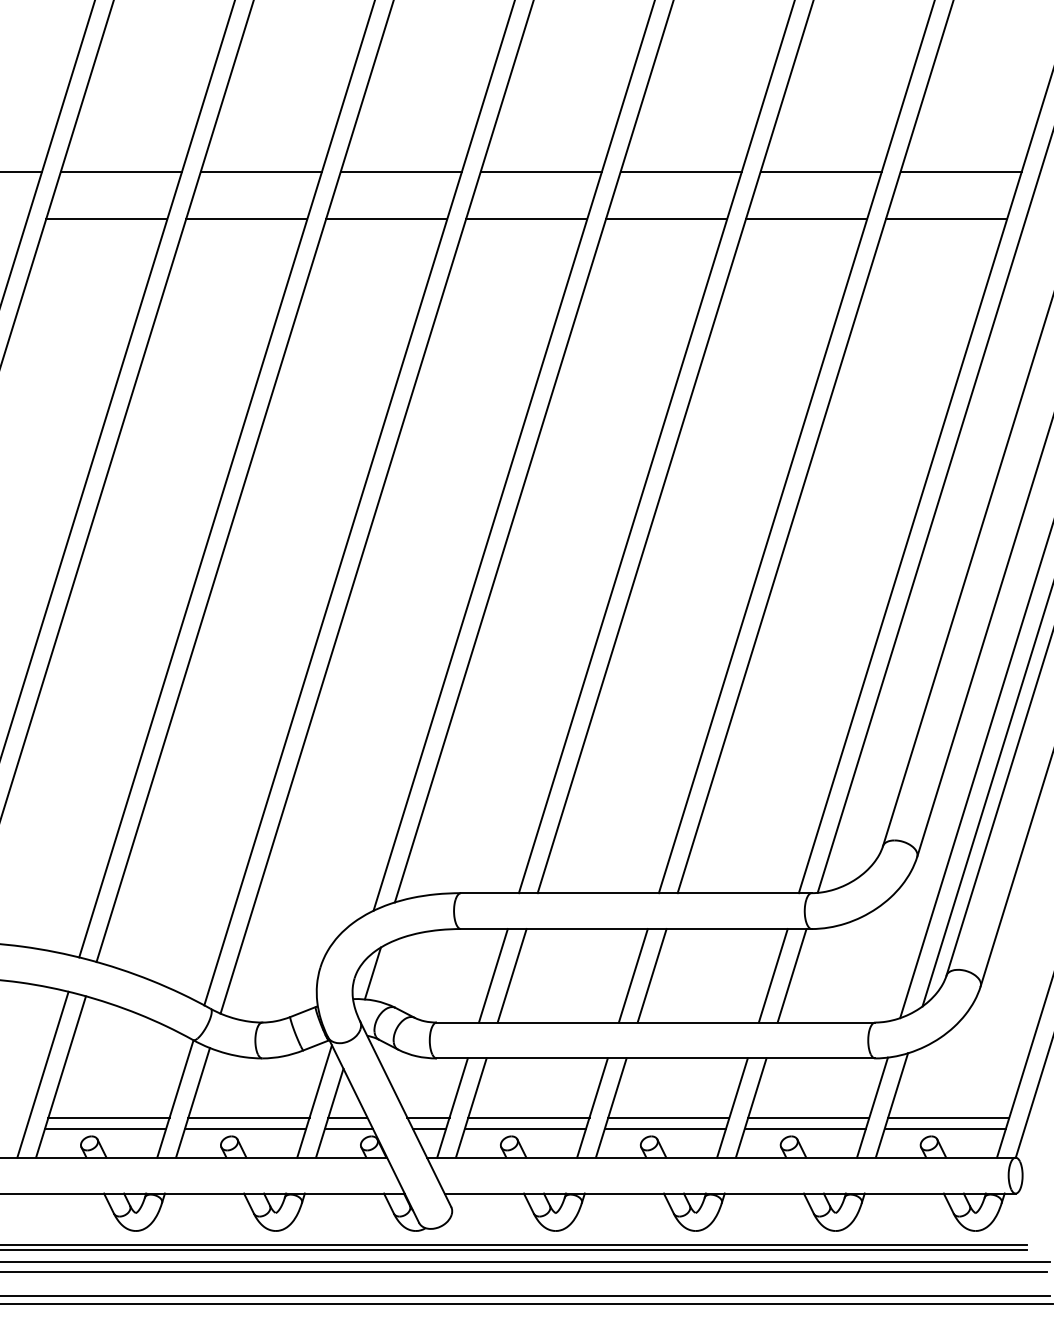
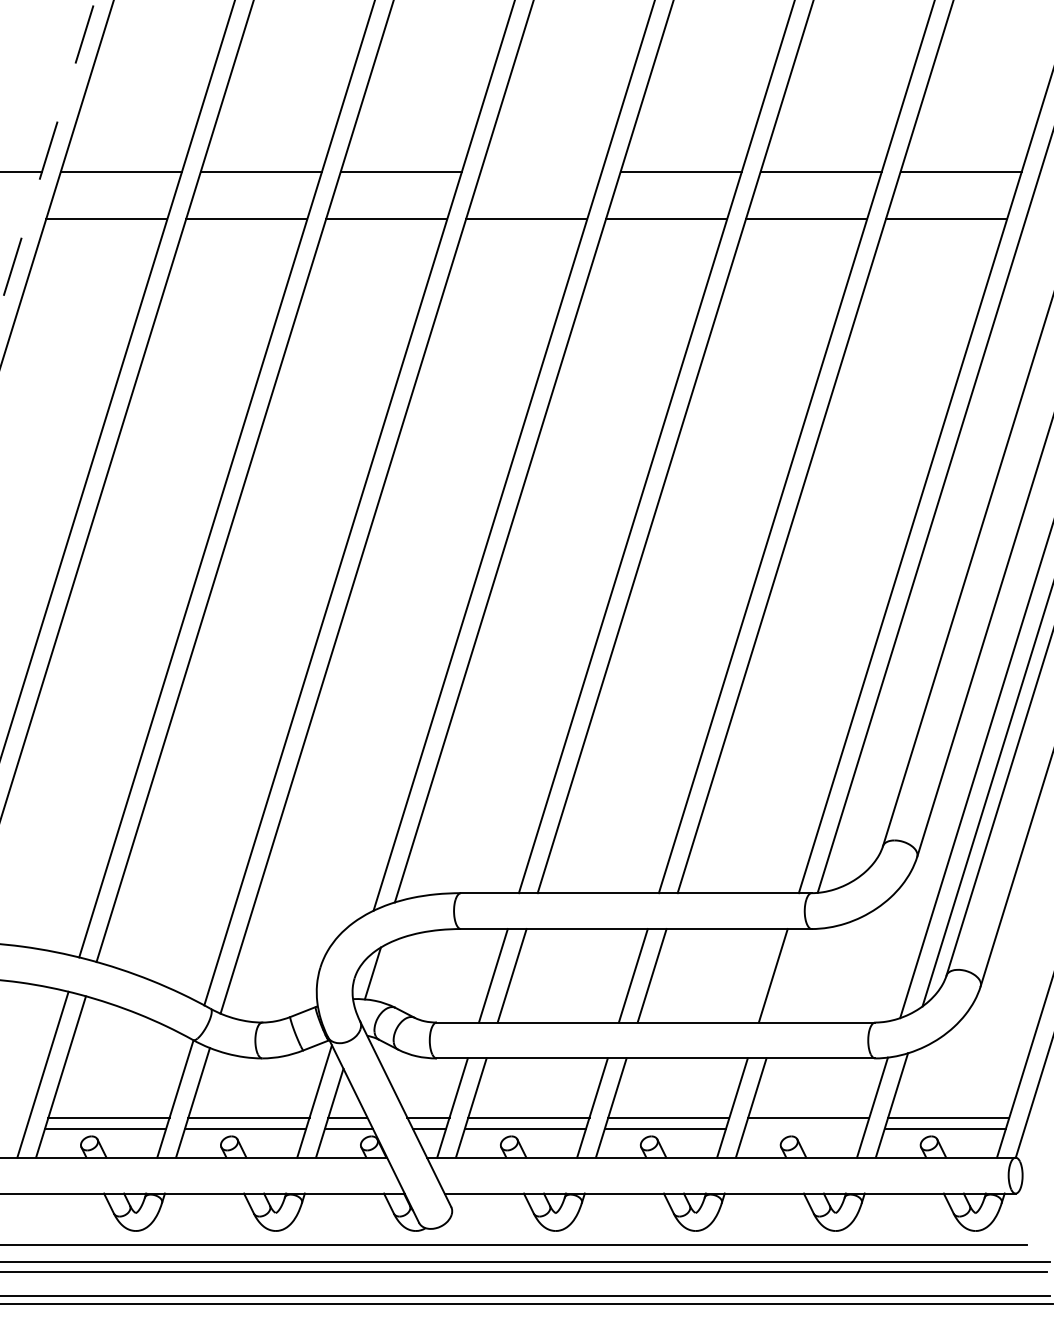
line at (47, 154): solid -> dashed
line at (541, 171): present -> none
line at (791, 975): present -> none
line at (805, 1128): present -> none
line at (514, 1250): present -> none
